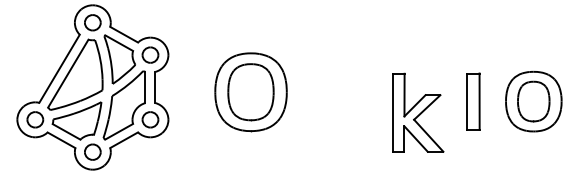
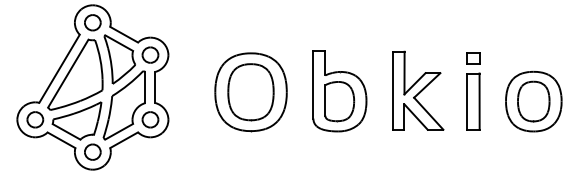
part at (473, 58): none -> present
part at (339, 91): none -> present
part at (418, 112) position: (418, 112) -> (418, 90)
